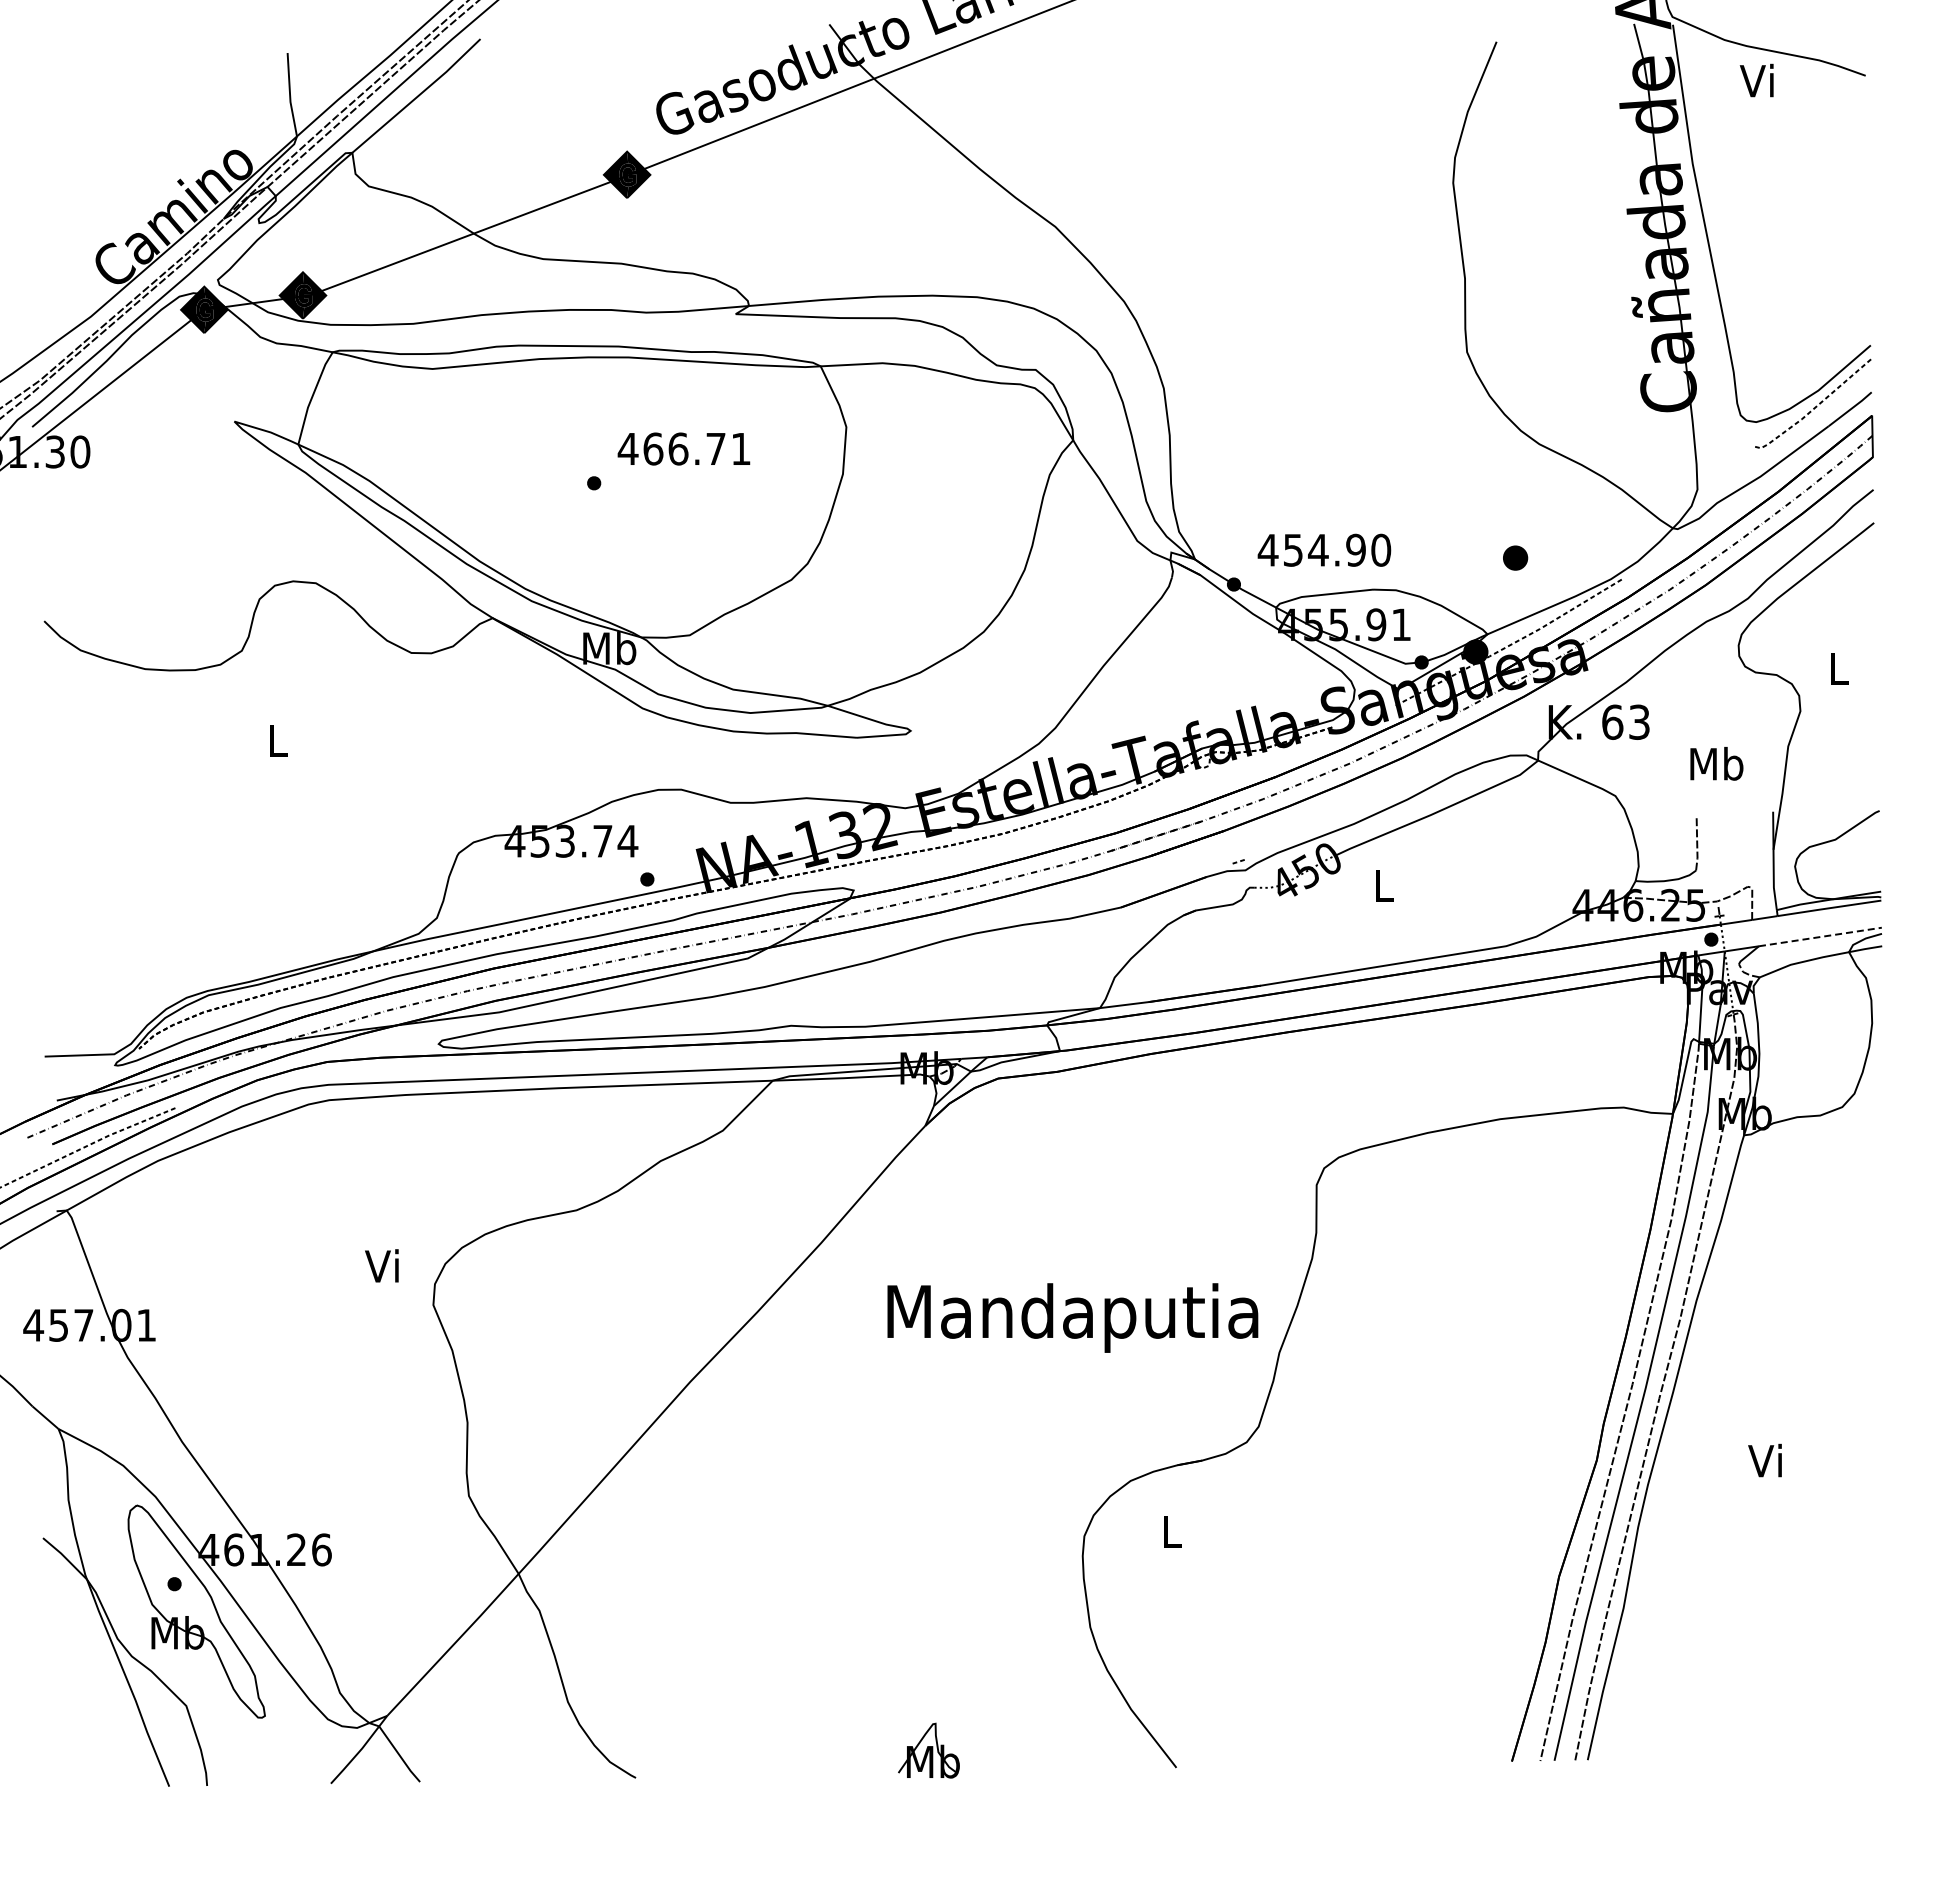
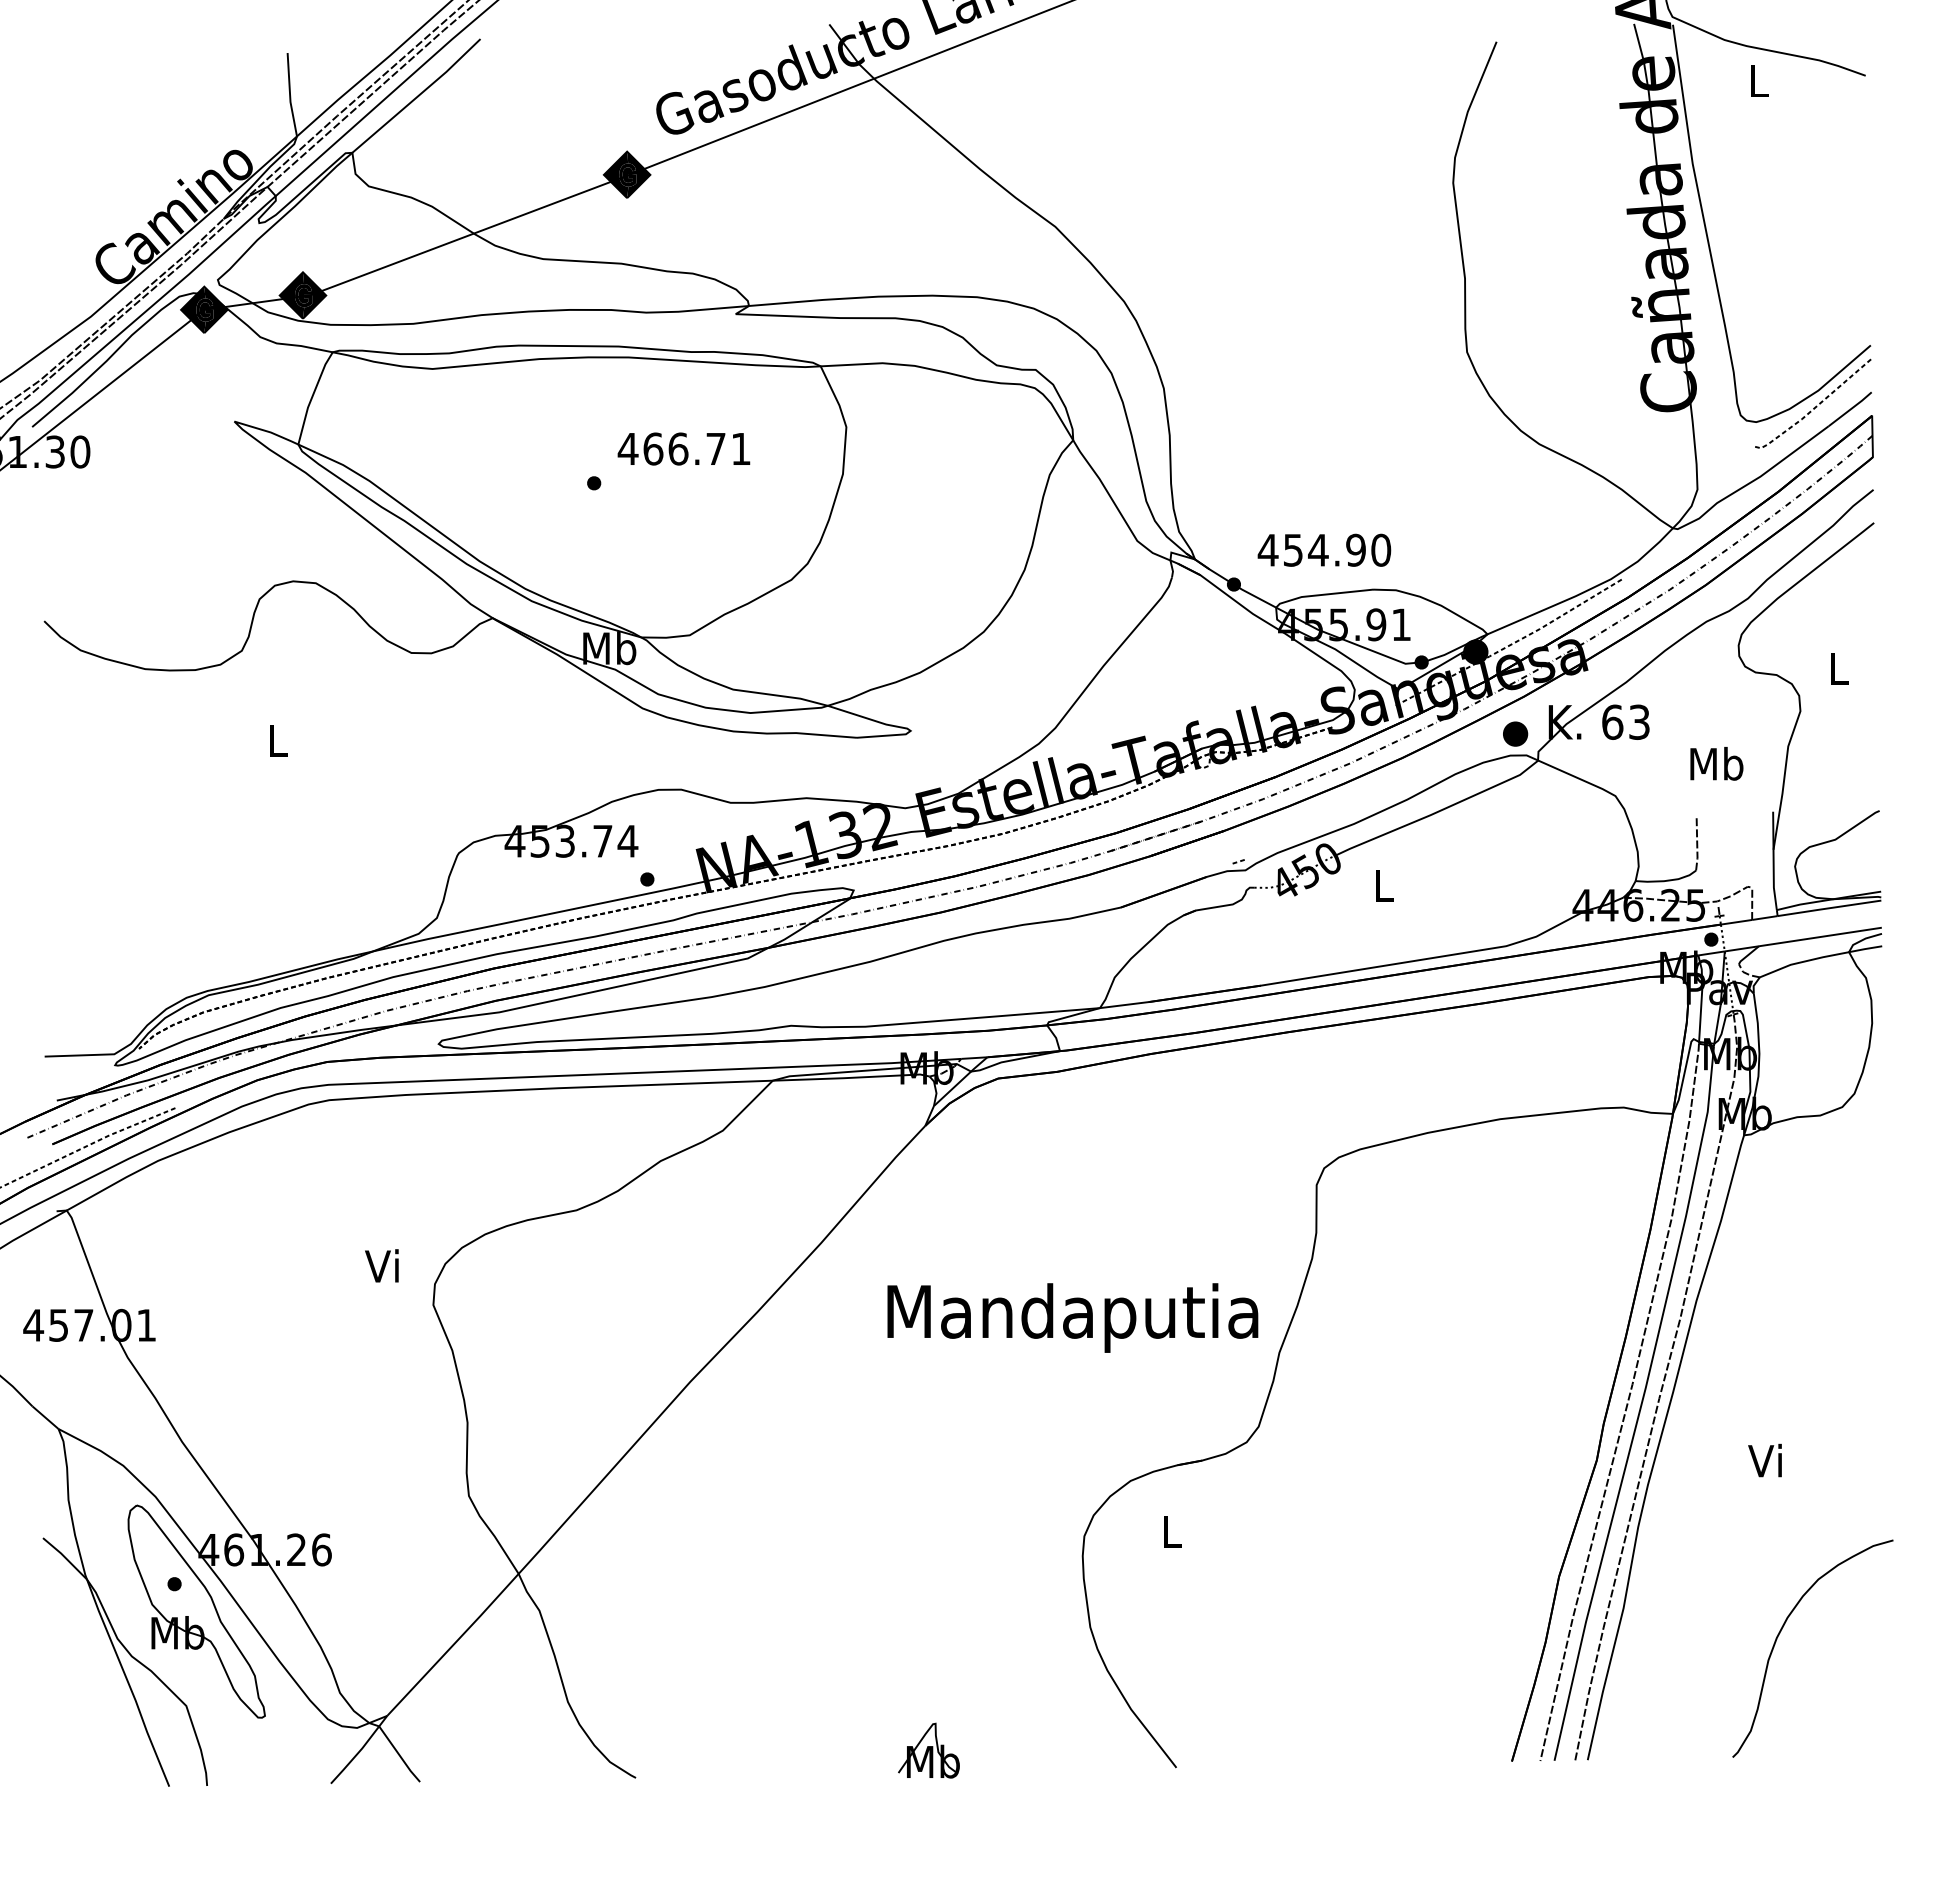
text at (1756, 80): Vi -> L
part at (1515, 557) position: (1515, 557) -> (1515, 733)
line at (1821, 936): dashed -> solid
curve at (1780, 1633): none -> present
